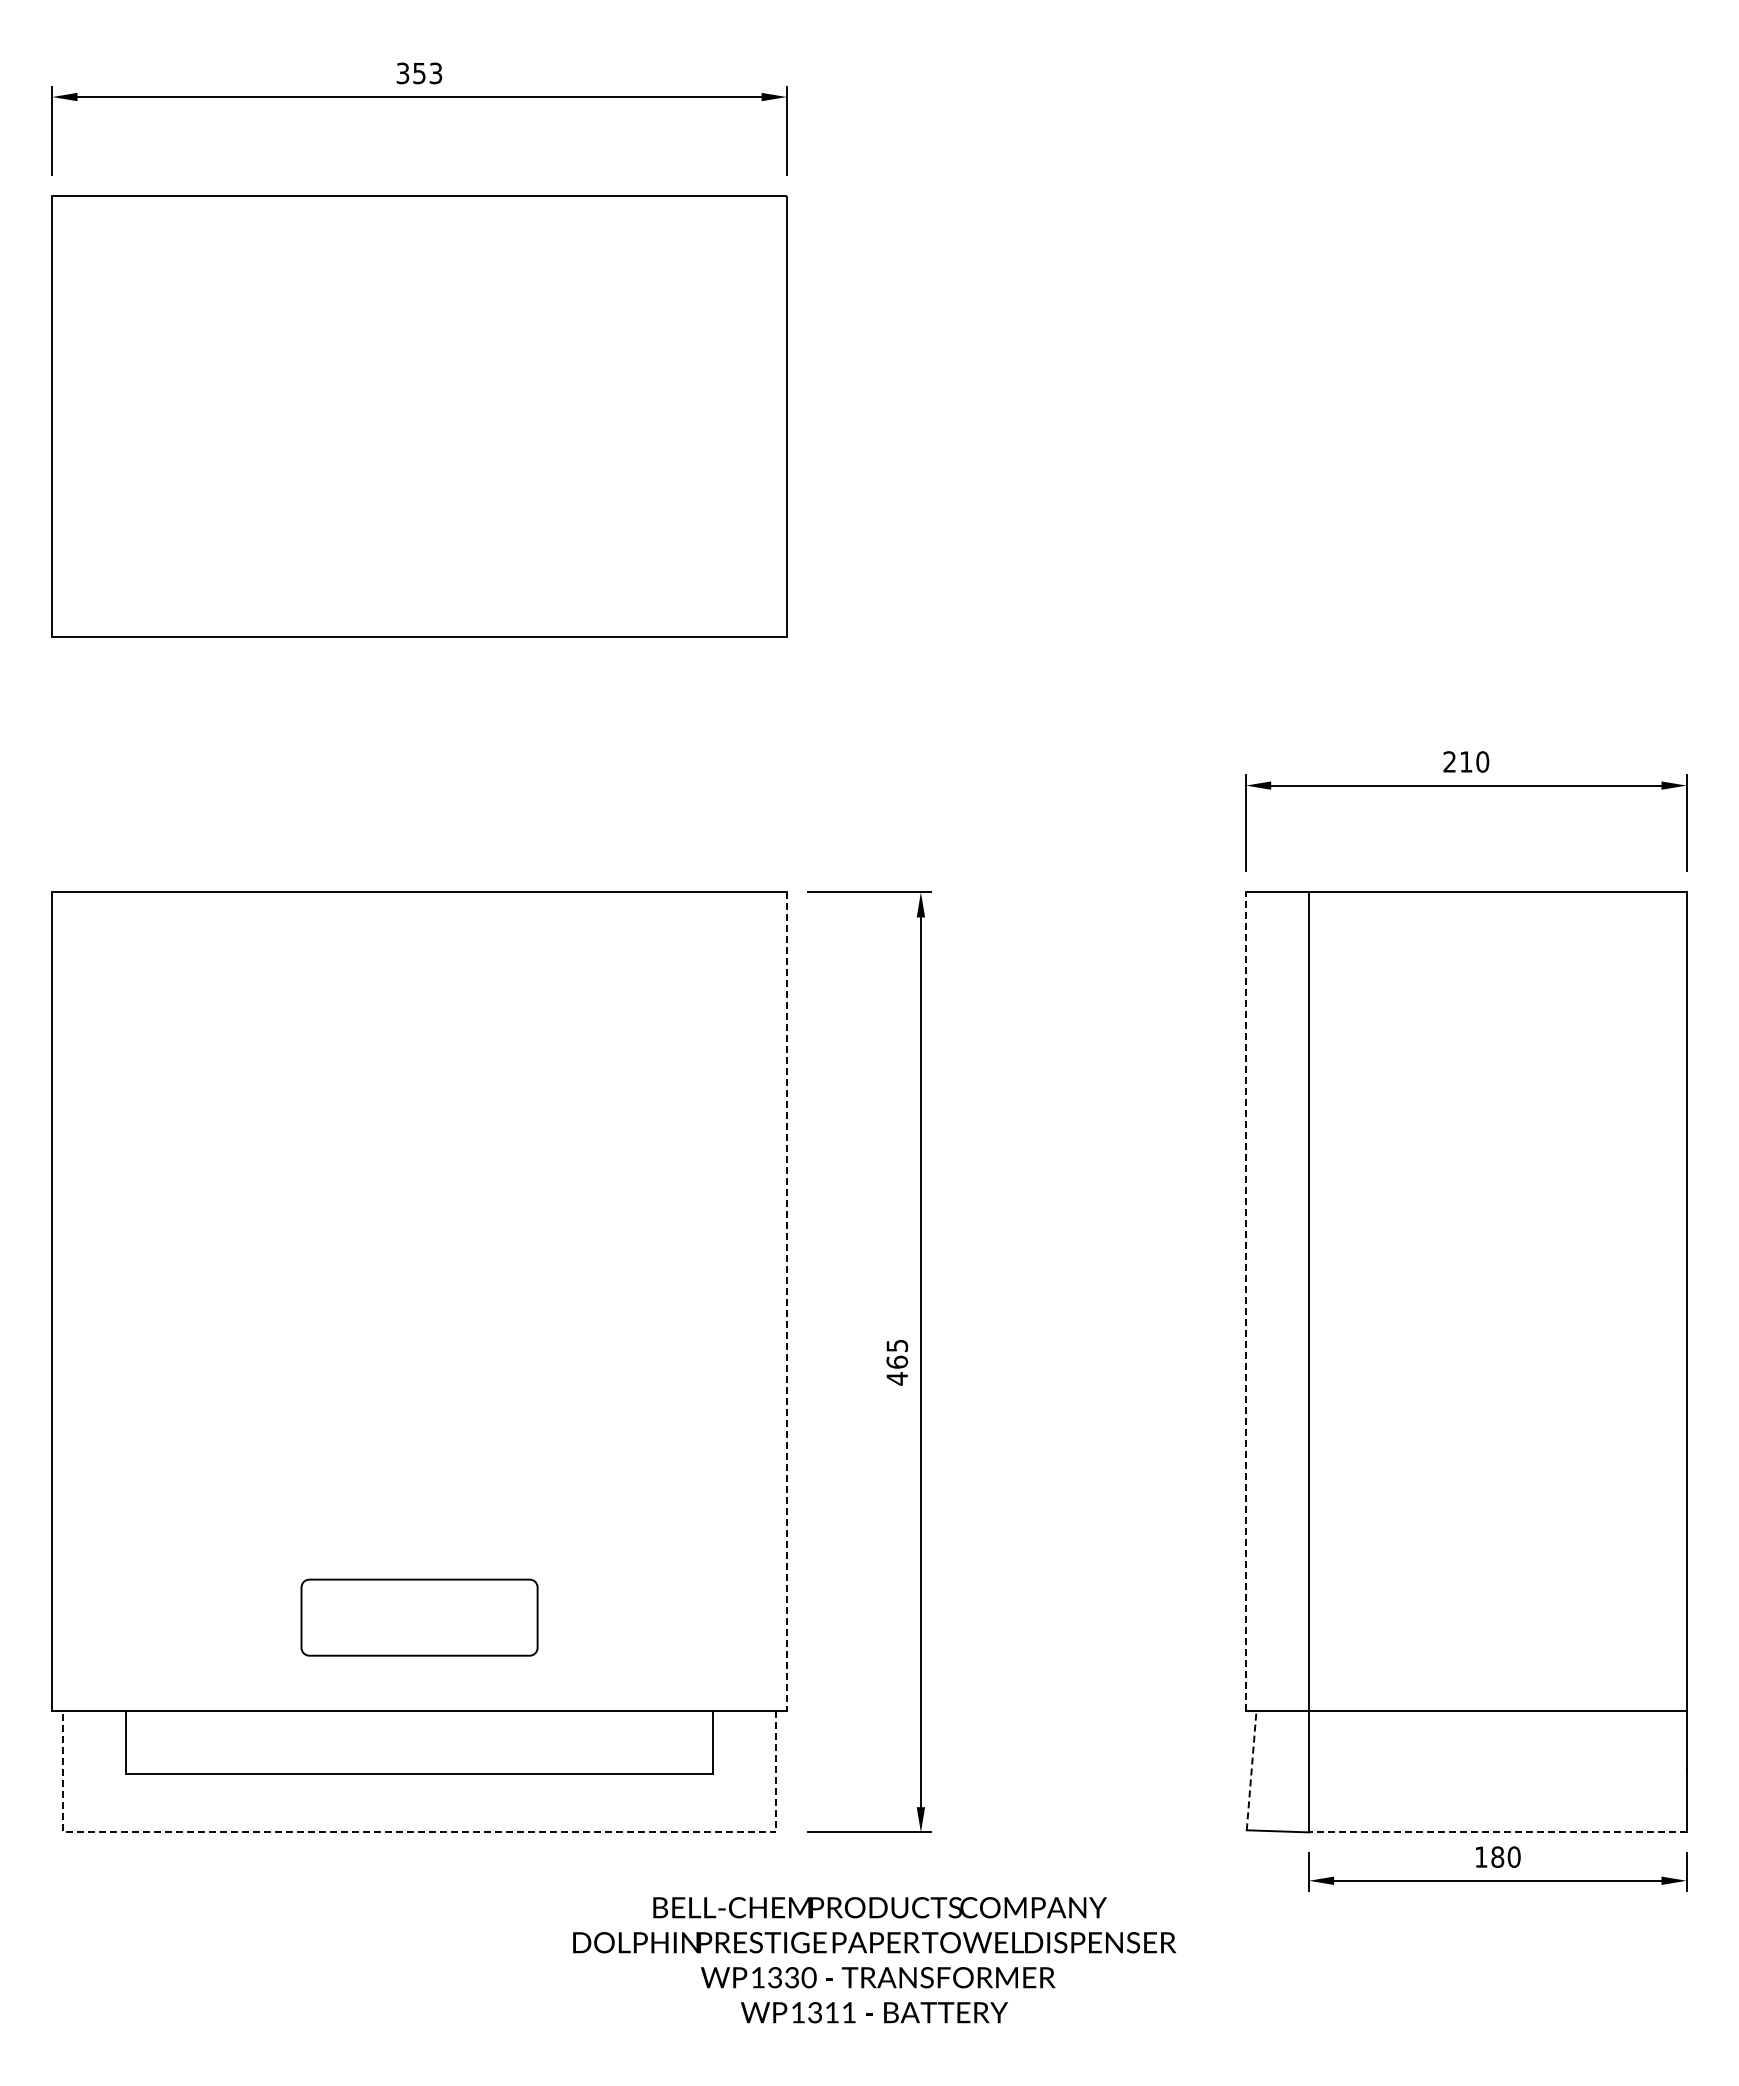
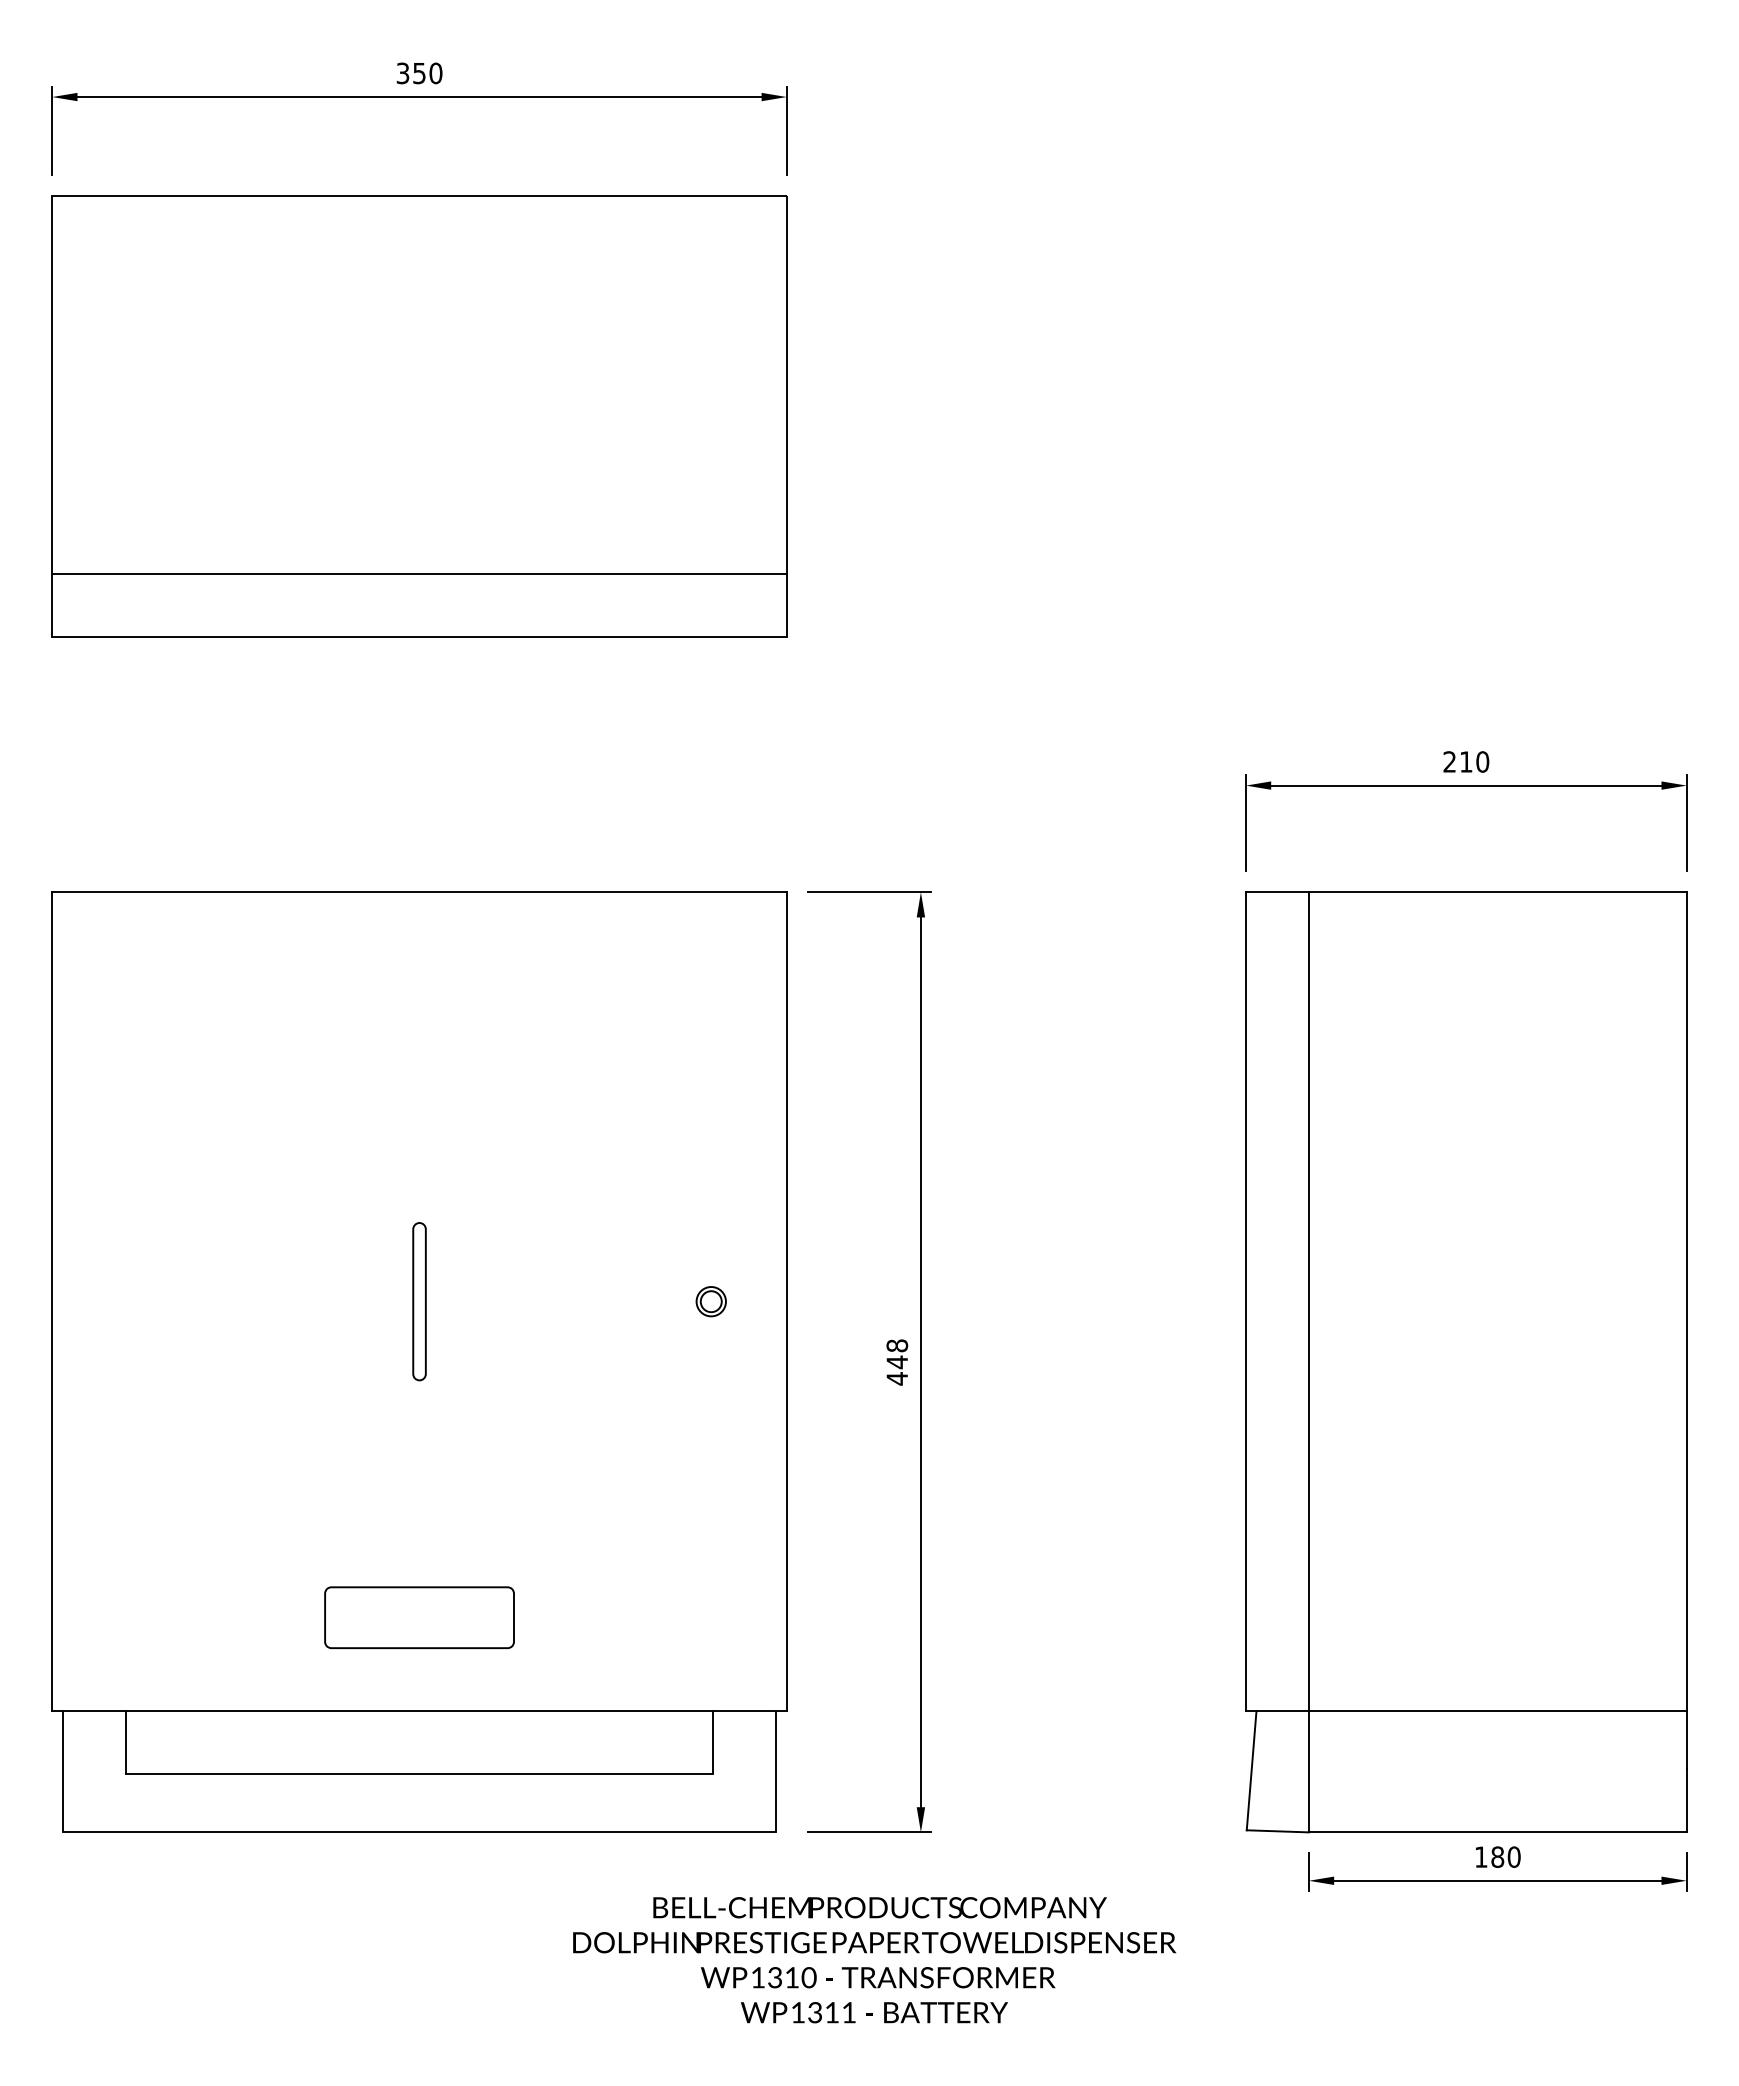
text at (435, 73): 353 -> 350
line at (419, 574): none -> present
part at (419, 1301): none -> present
part at (710, 1301): none -> present
line at (1245, 1301): dashed -> solid
line at (786, 1302): dashed -> solid
text at (897, 1354): 465 -> 448
part at (419, 1617) size: 239x79 px -> 191x64 px
line at (1251, 1770): dashed -> solid
line at (419, 1832): dashed -> solid
line at (1497, 1832): dashed -> solid
text at (791, 1977): 1330 -> 1310
